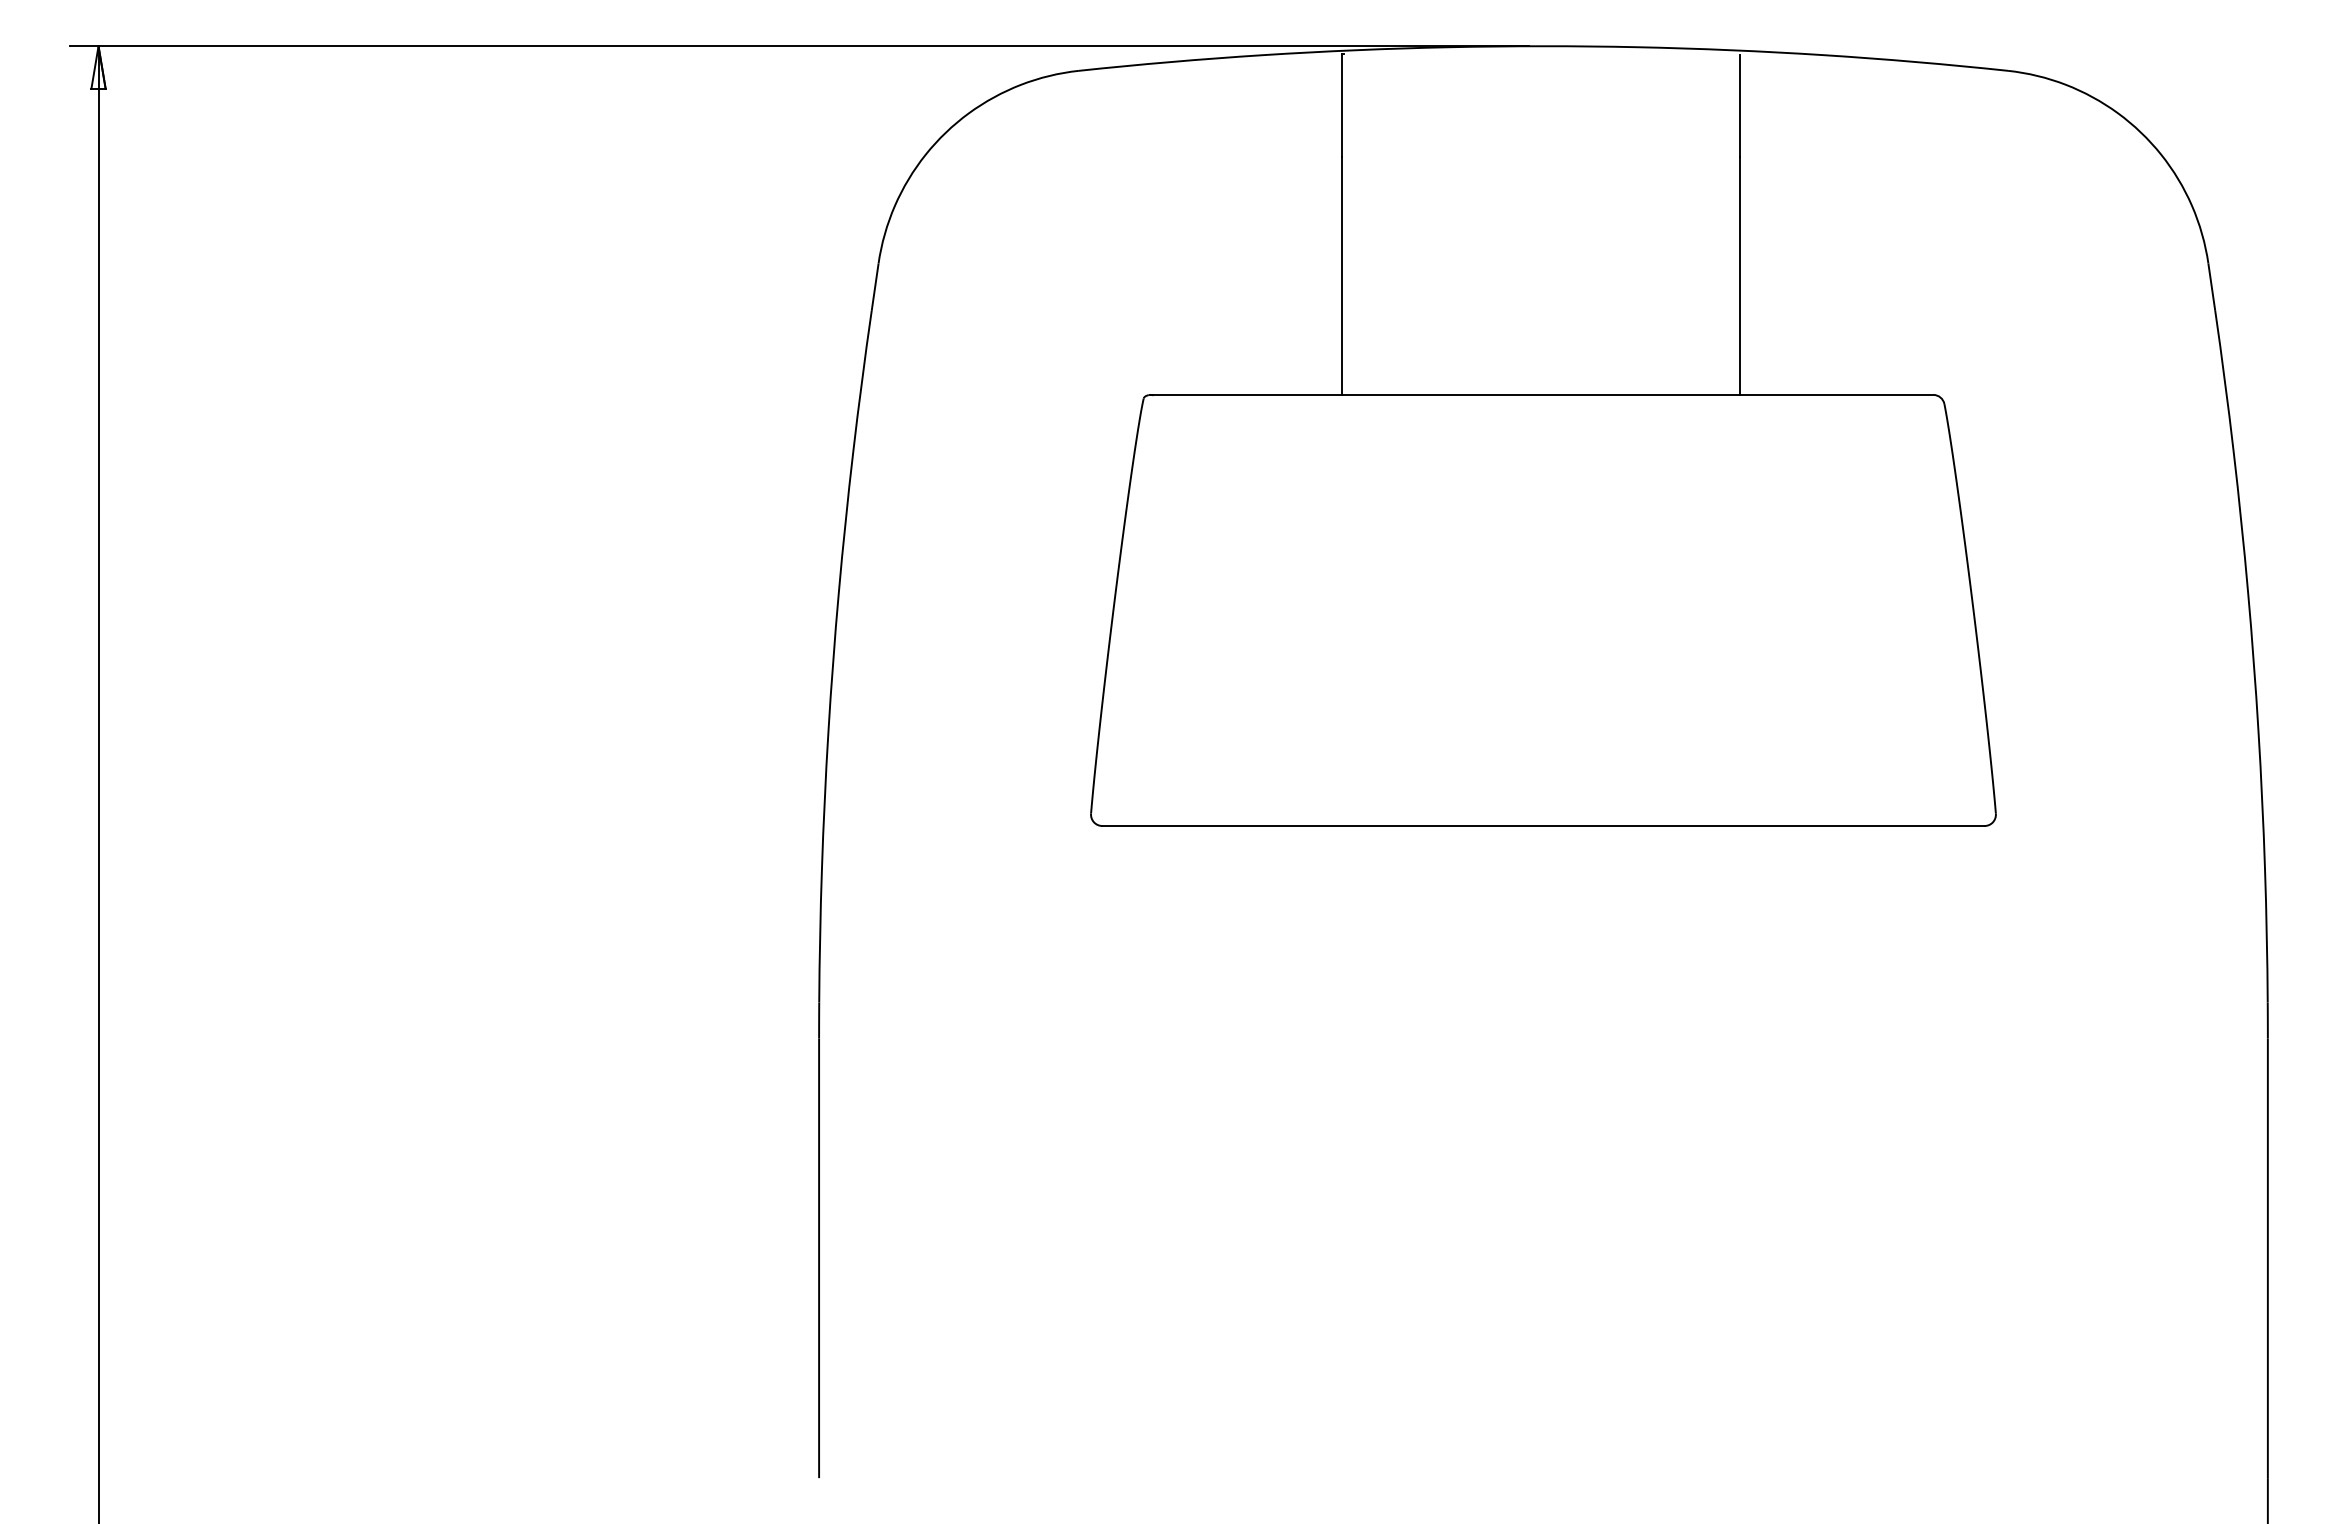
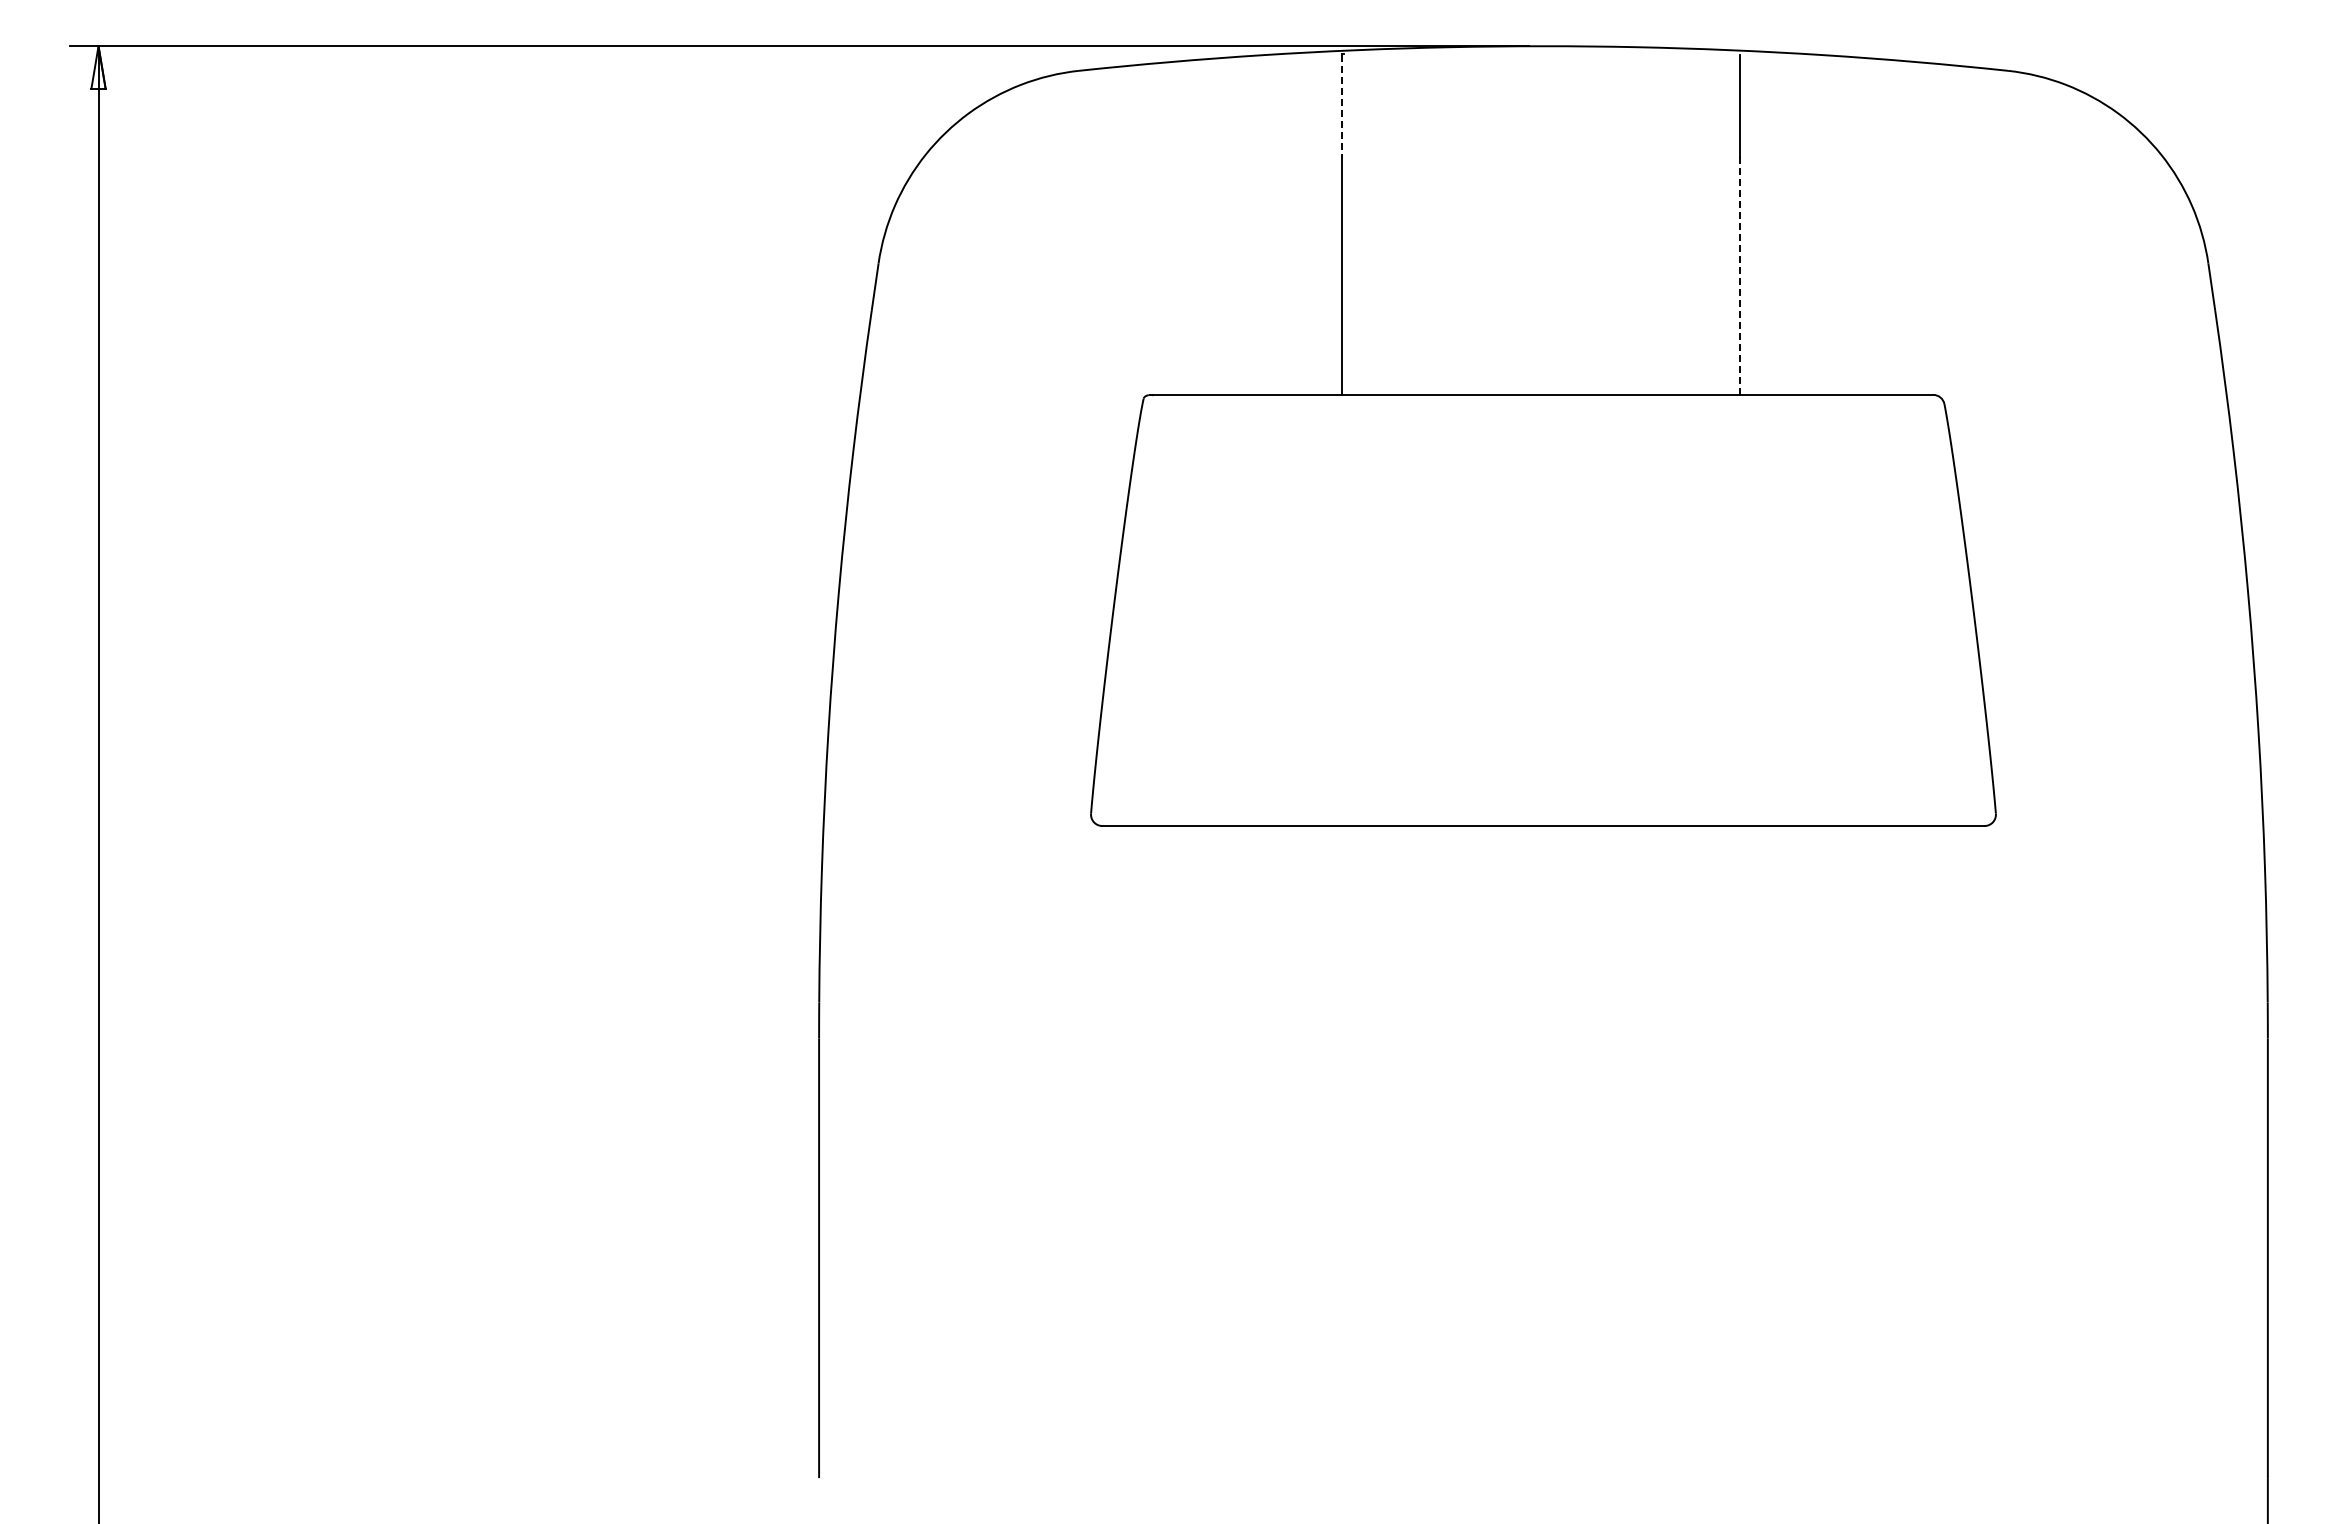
line at (1342, 105): solid -> dashed
line at (1739, 275): solid -> dashed
